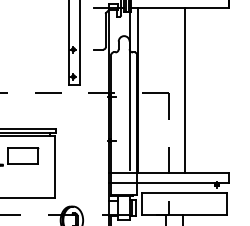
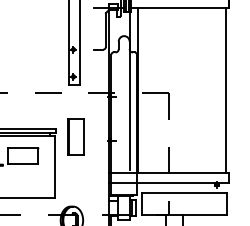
line at (185, 90) position: (185, 90) -> (226, 90)
part at (75, 136): none -> present
